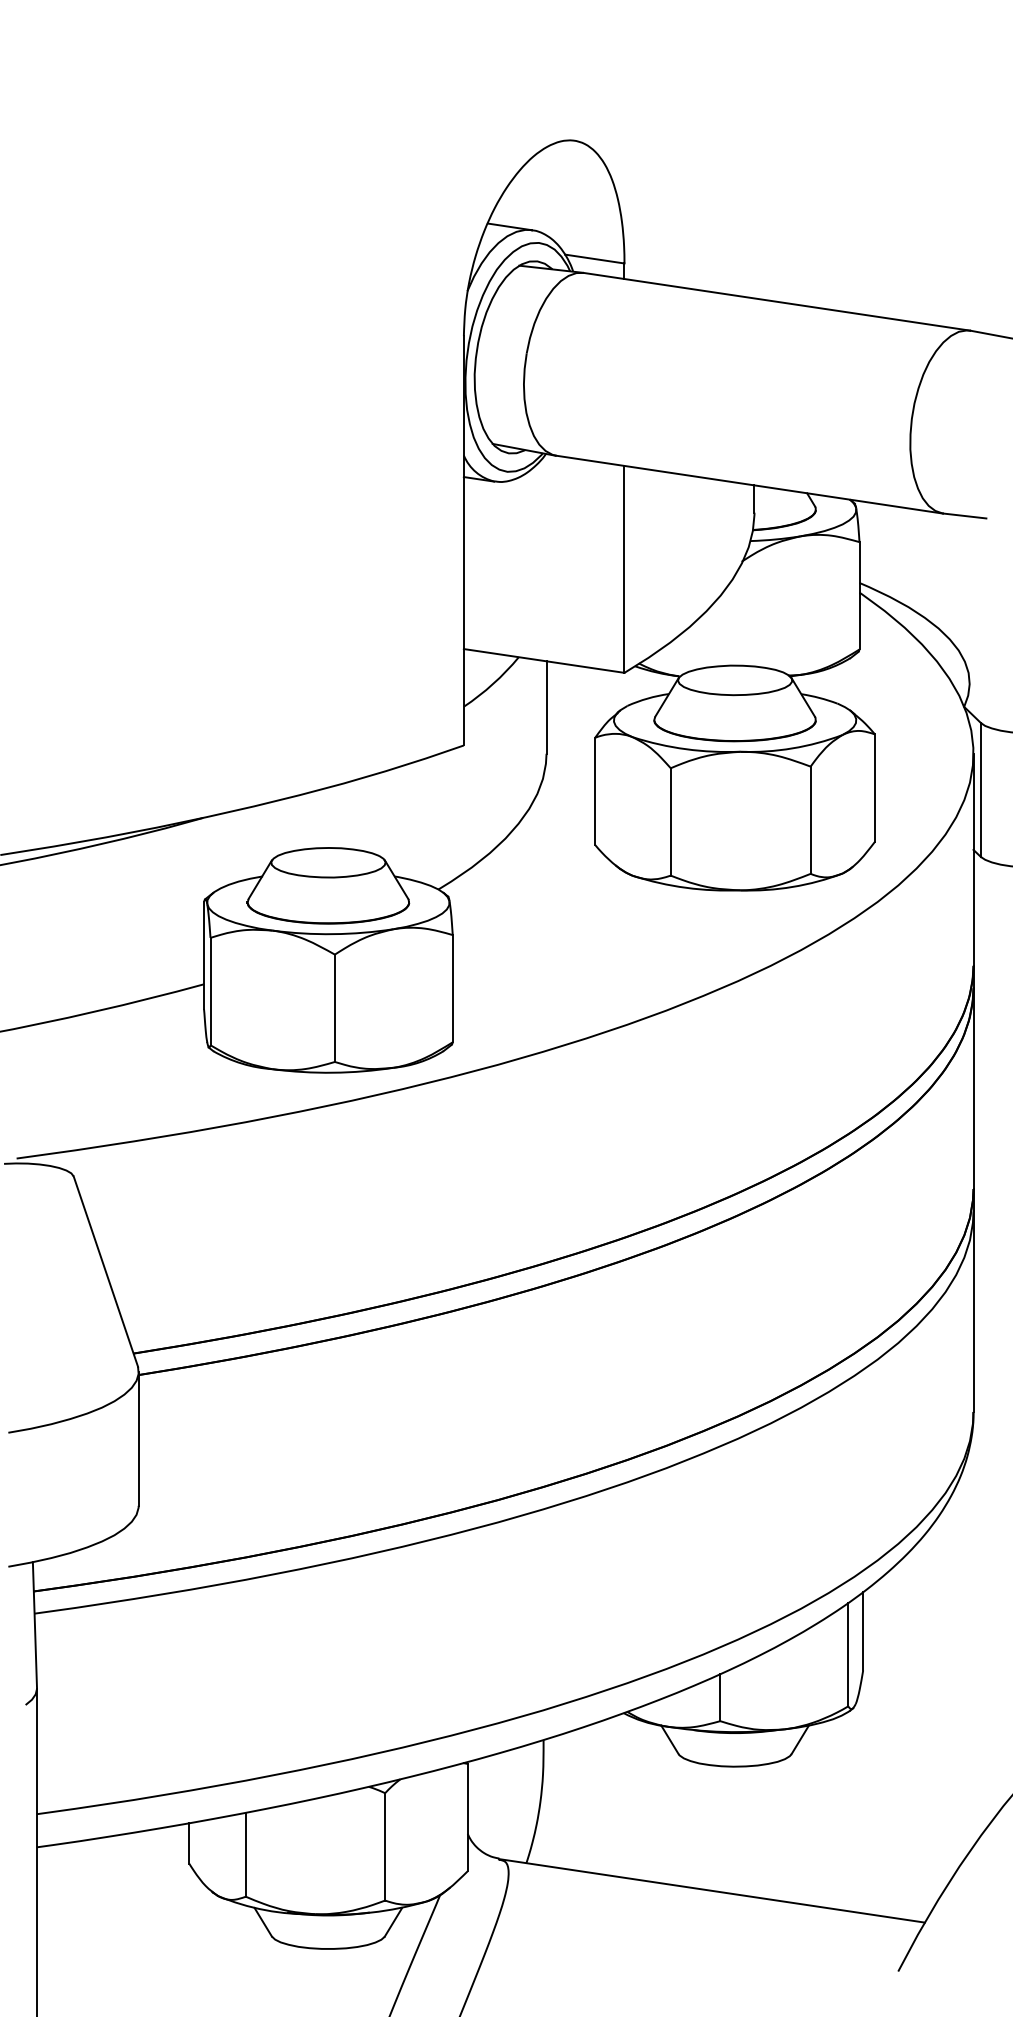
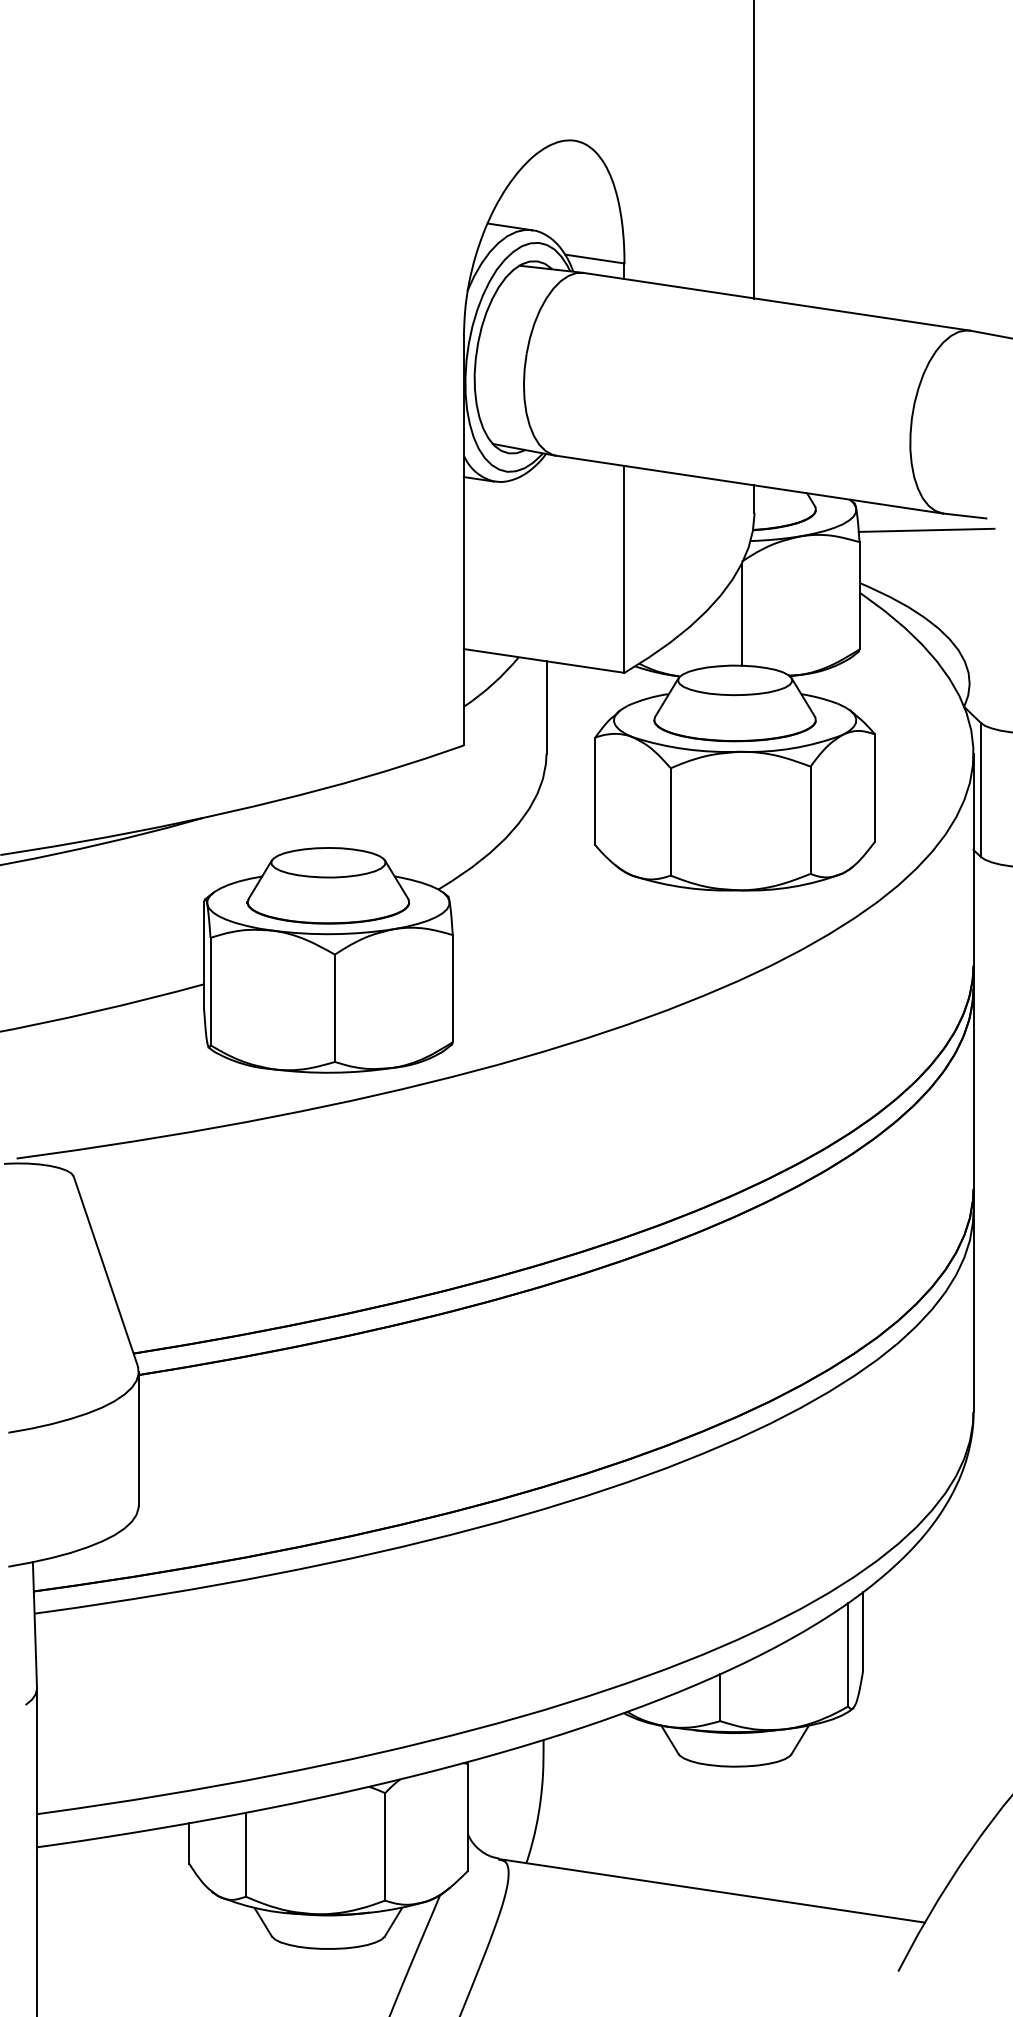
line at (754, 150): none -> present
line at (926, 529): none -> present
line at (741, 614): none -> present
